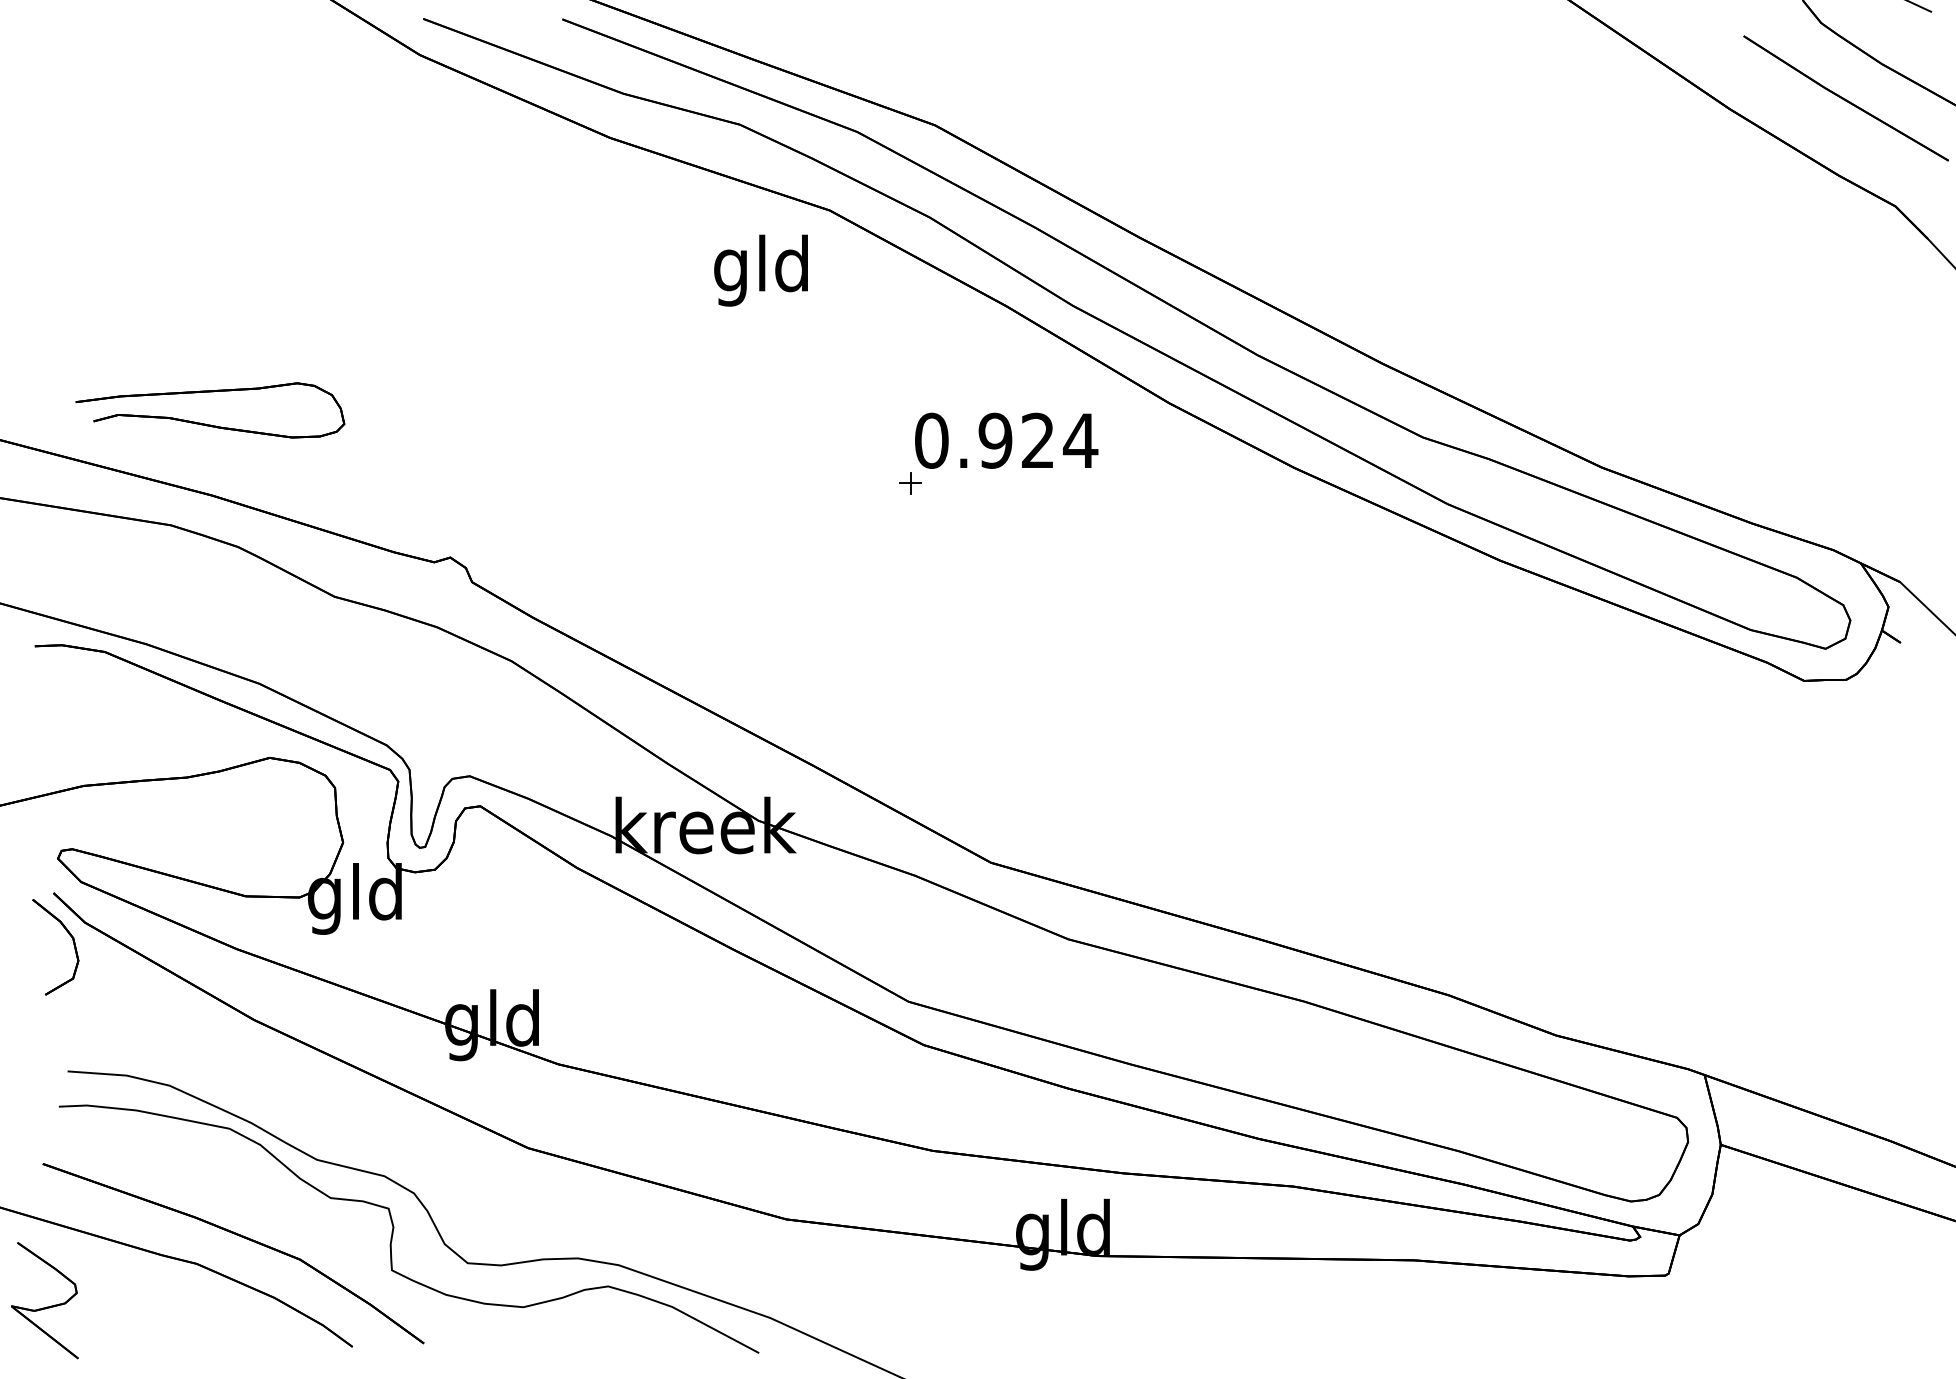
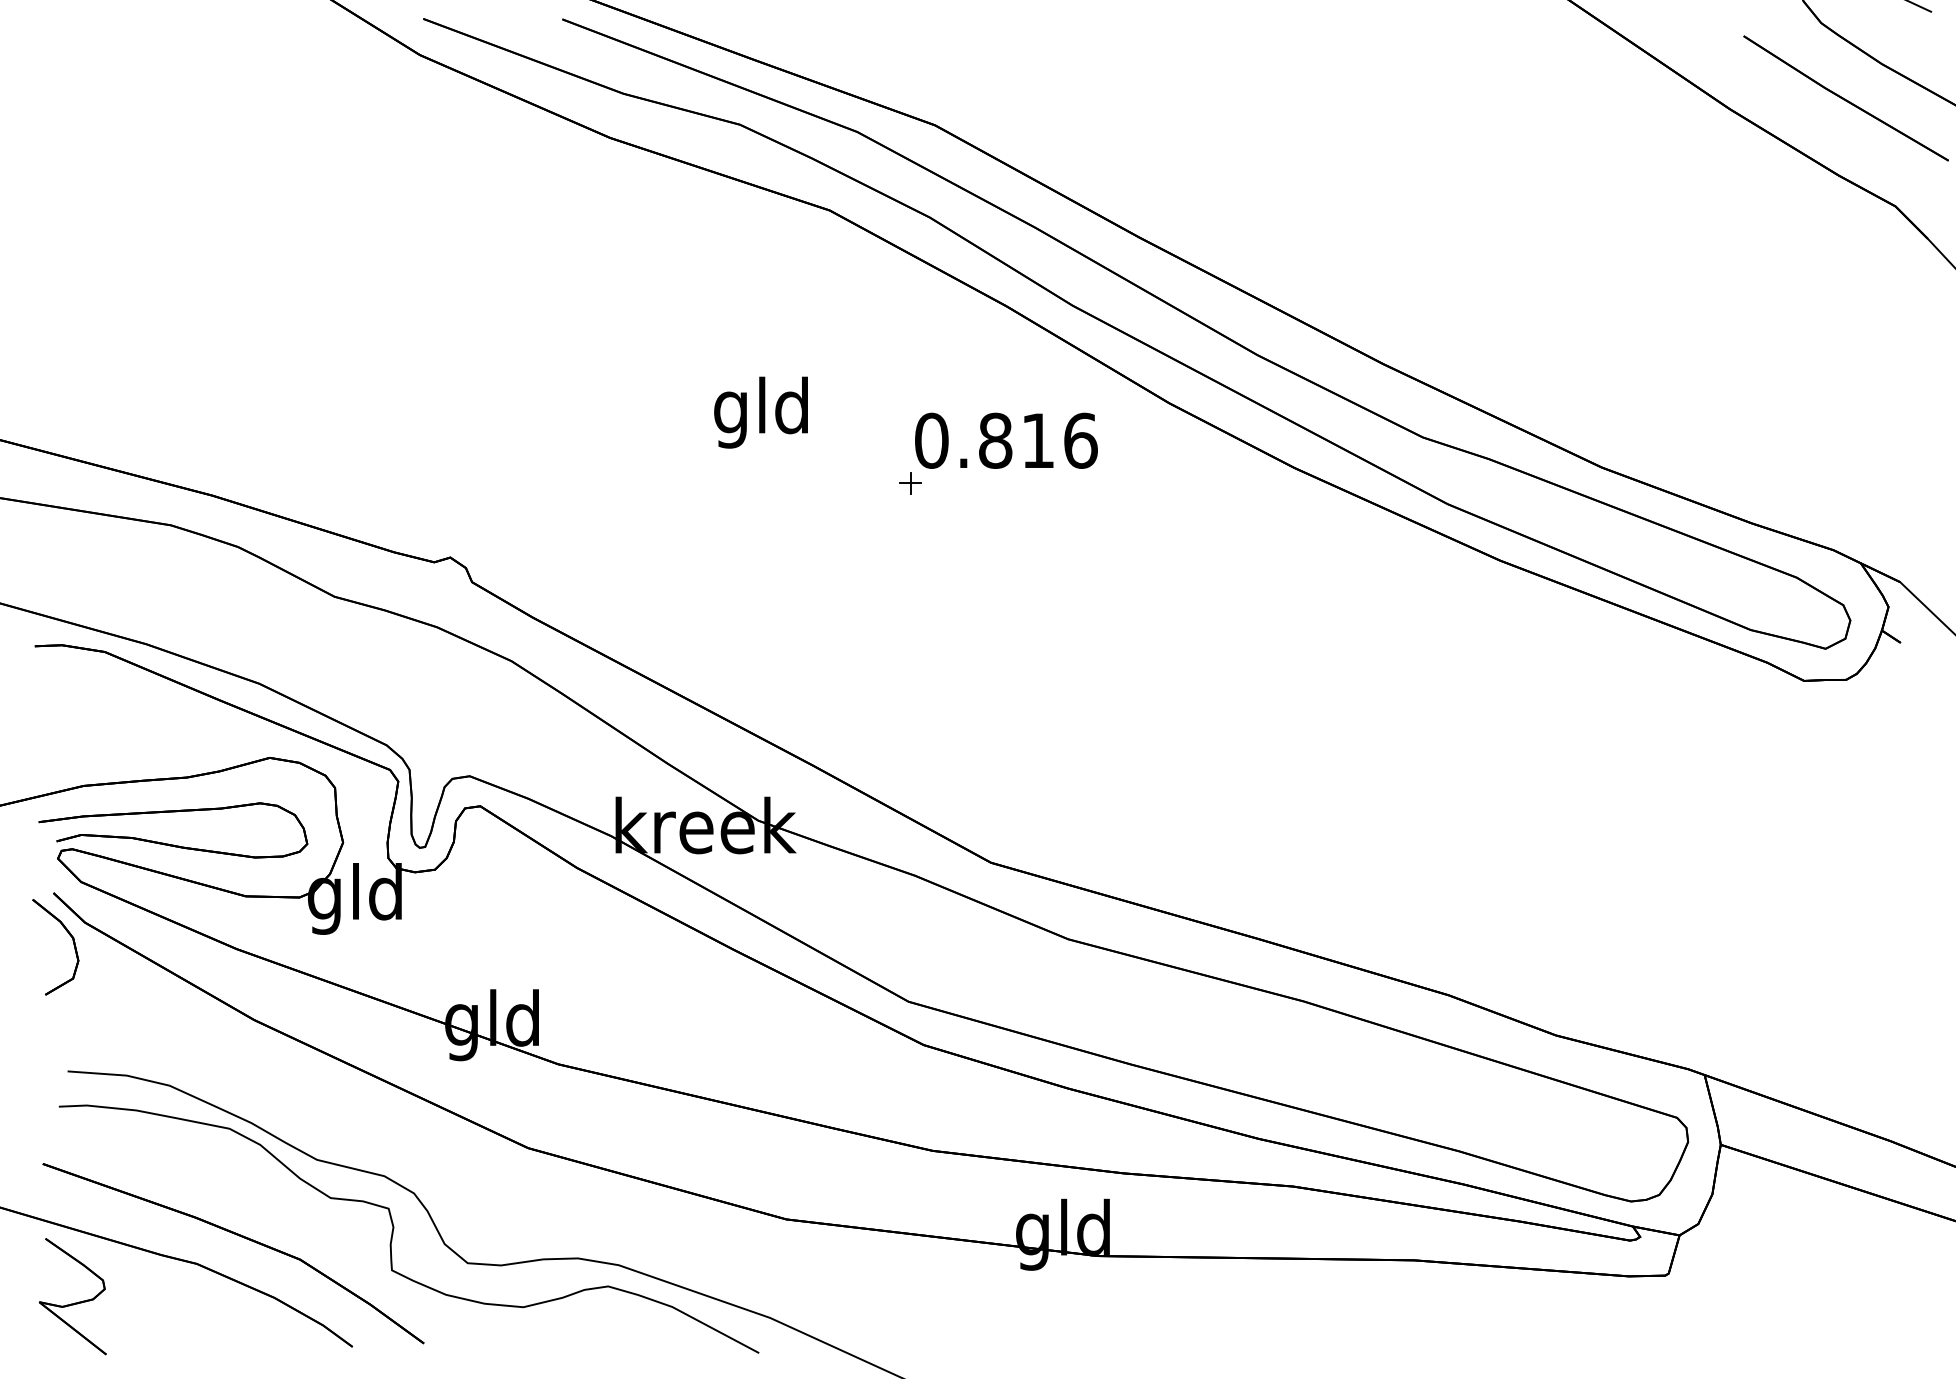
text at (760, 270) position: (760, 270) -> (760, 412)
part at (205, 423) position: (205, 423) -> (168, 843)
text at (1038, 440): 0.924 -> 0.816
part at (47, 1306) position: (47, 1306) -> (75, 1302)
